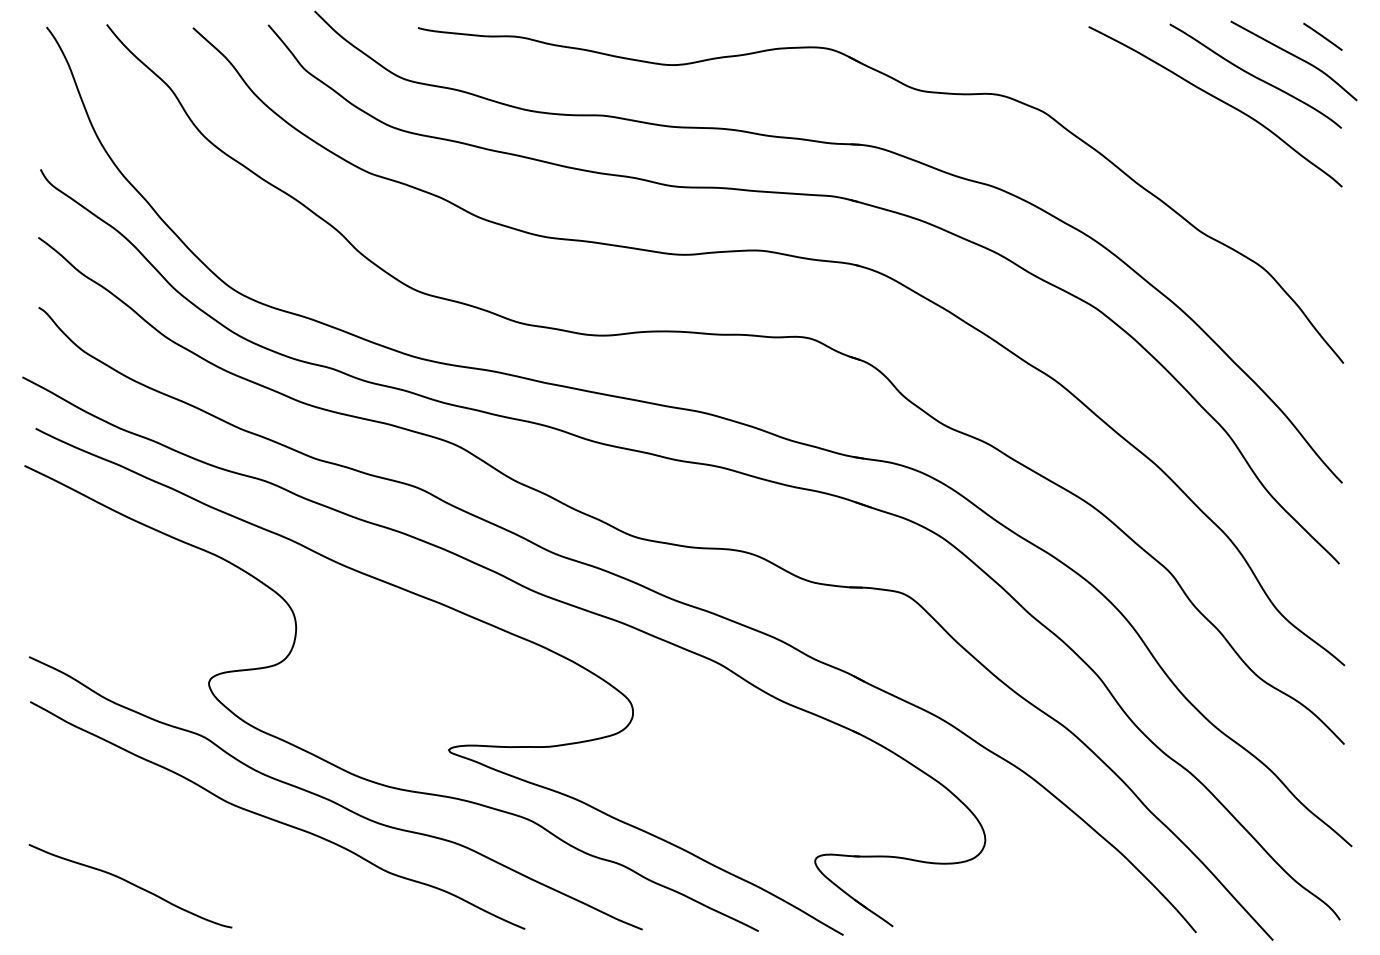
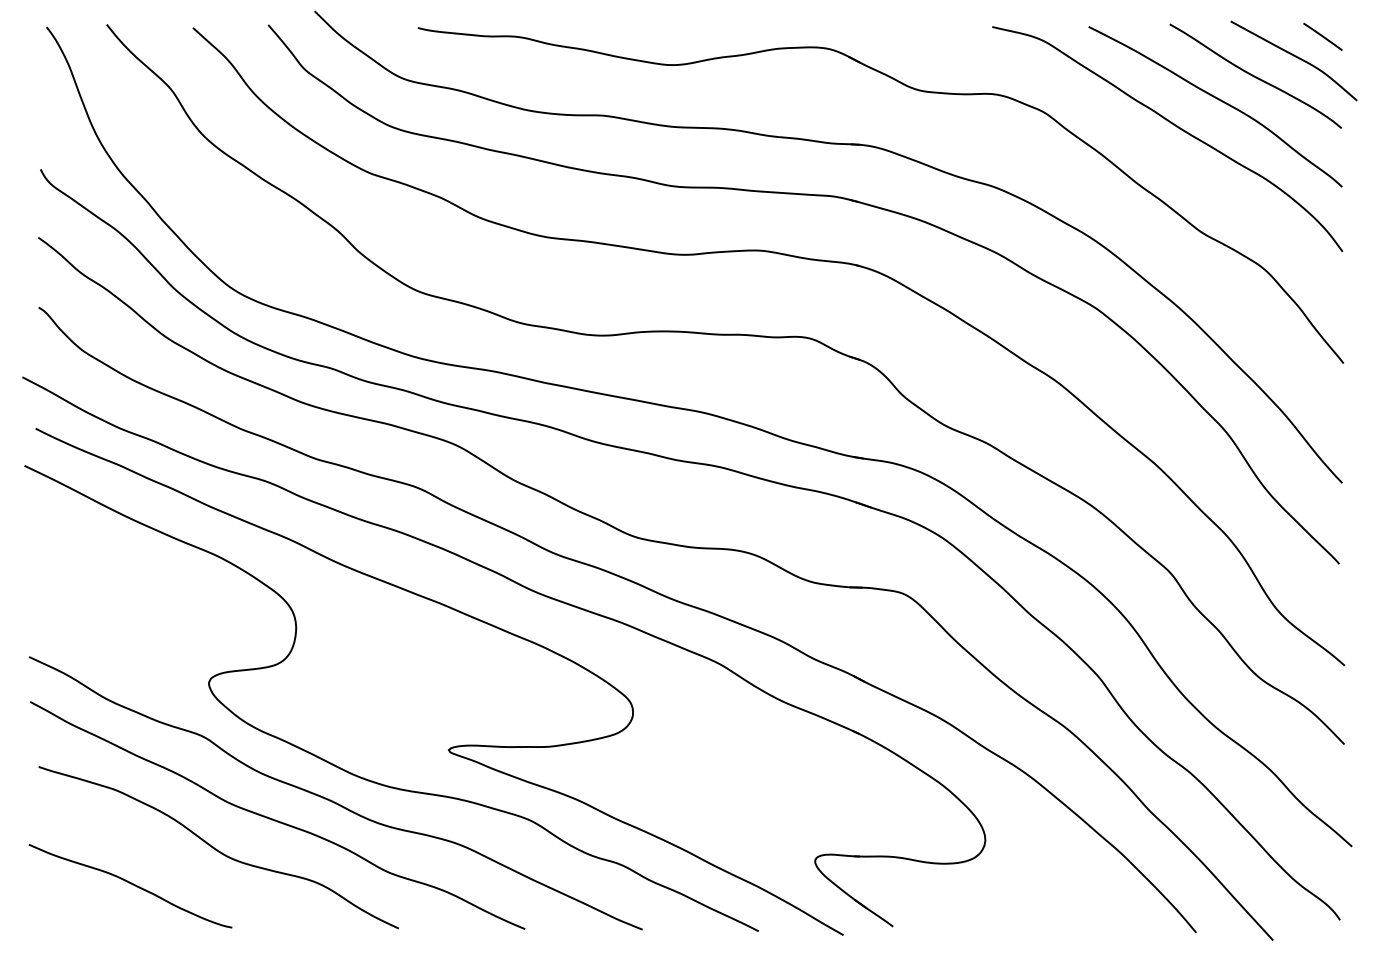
curve at (1176, 127): none -> present
curve at (216, 848): none -> present
